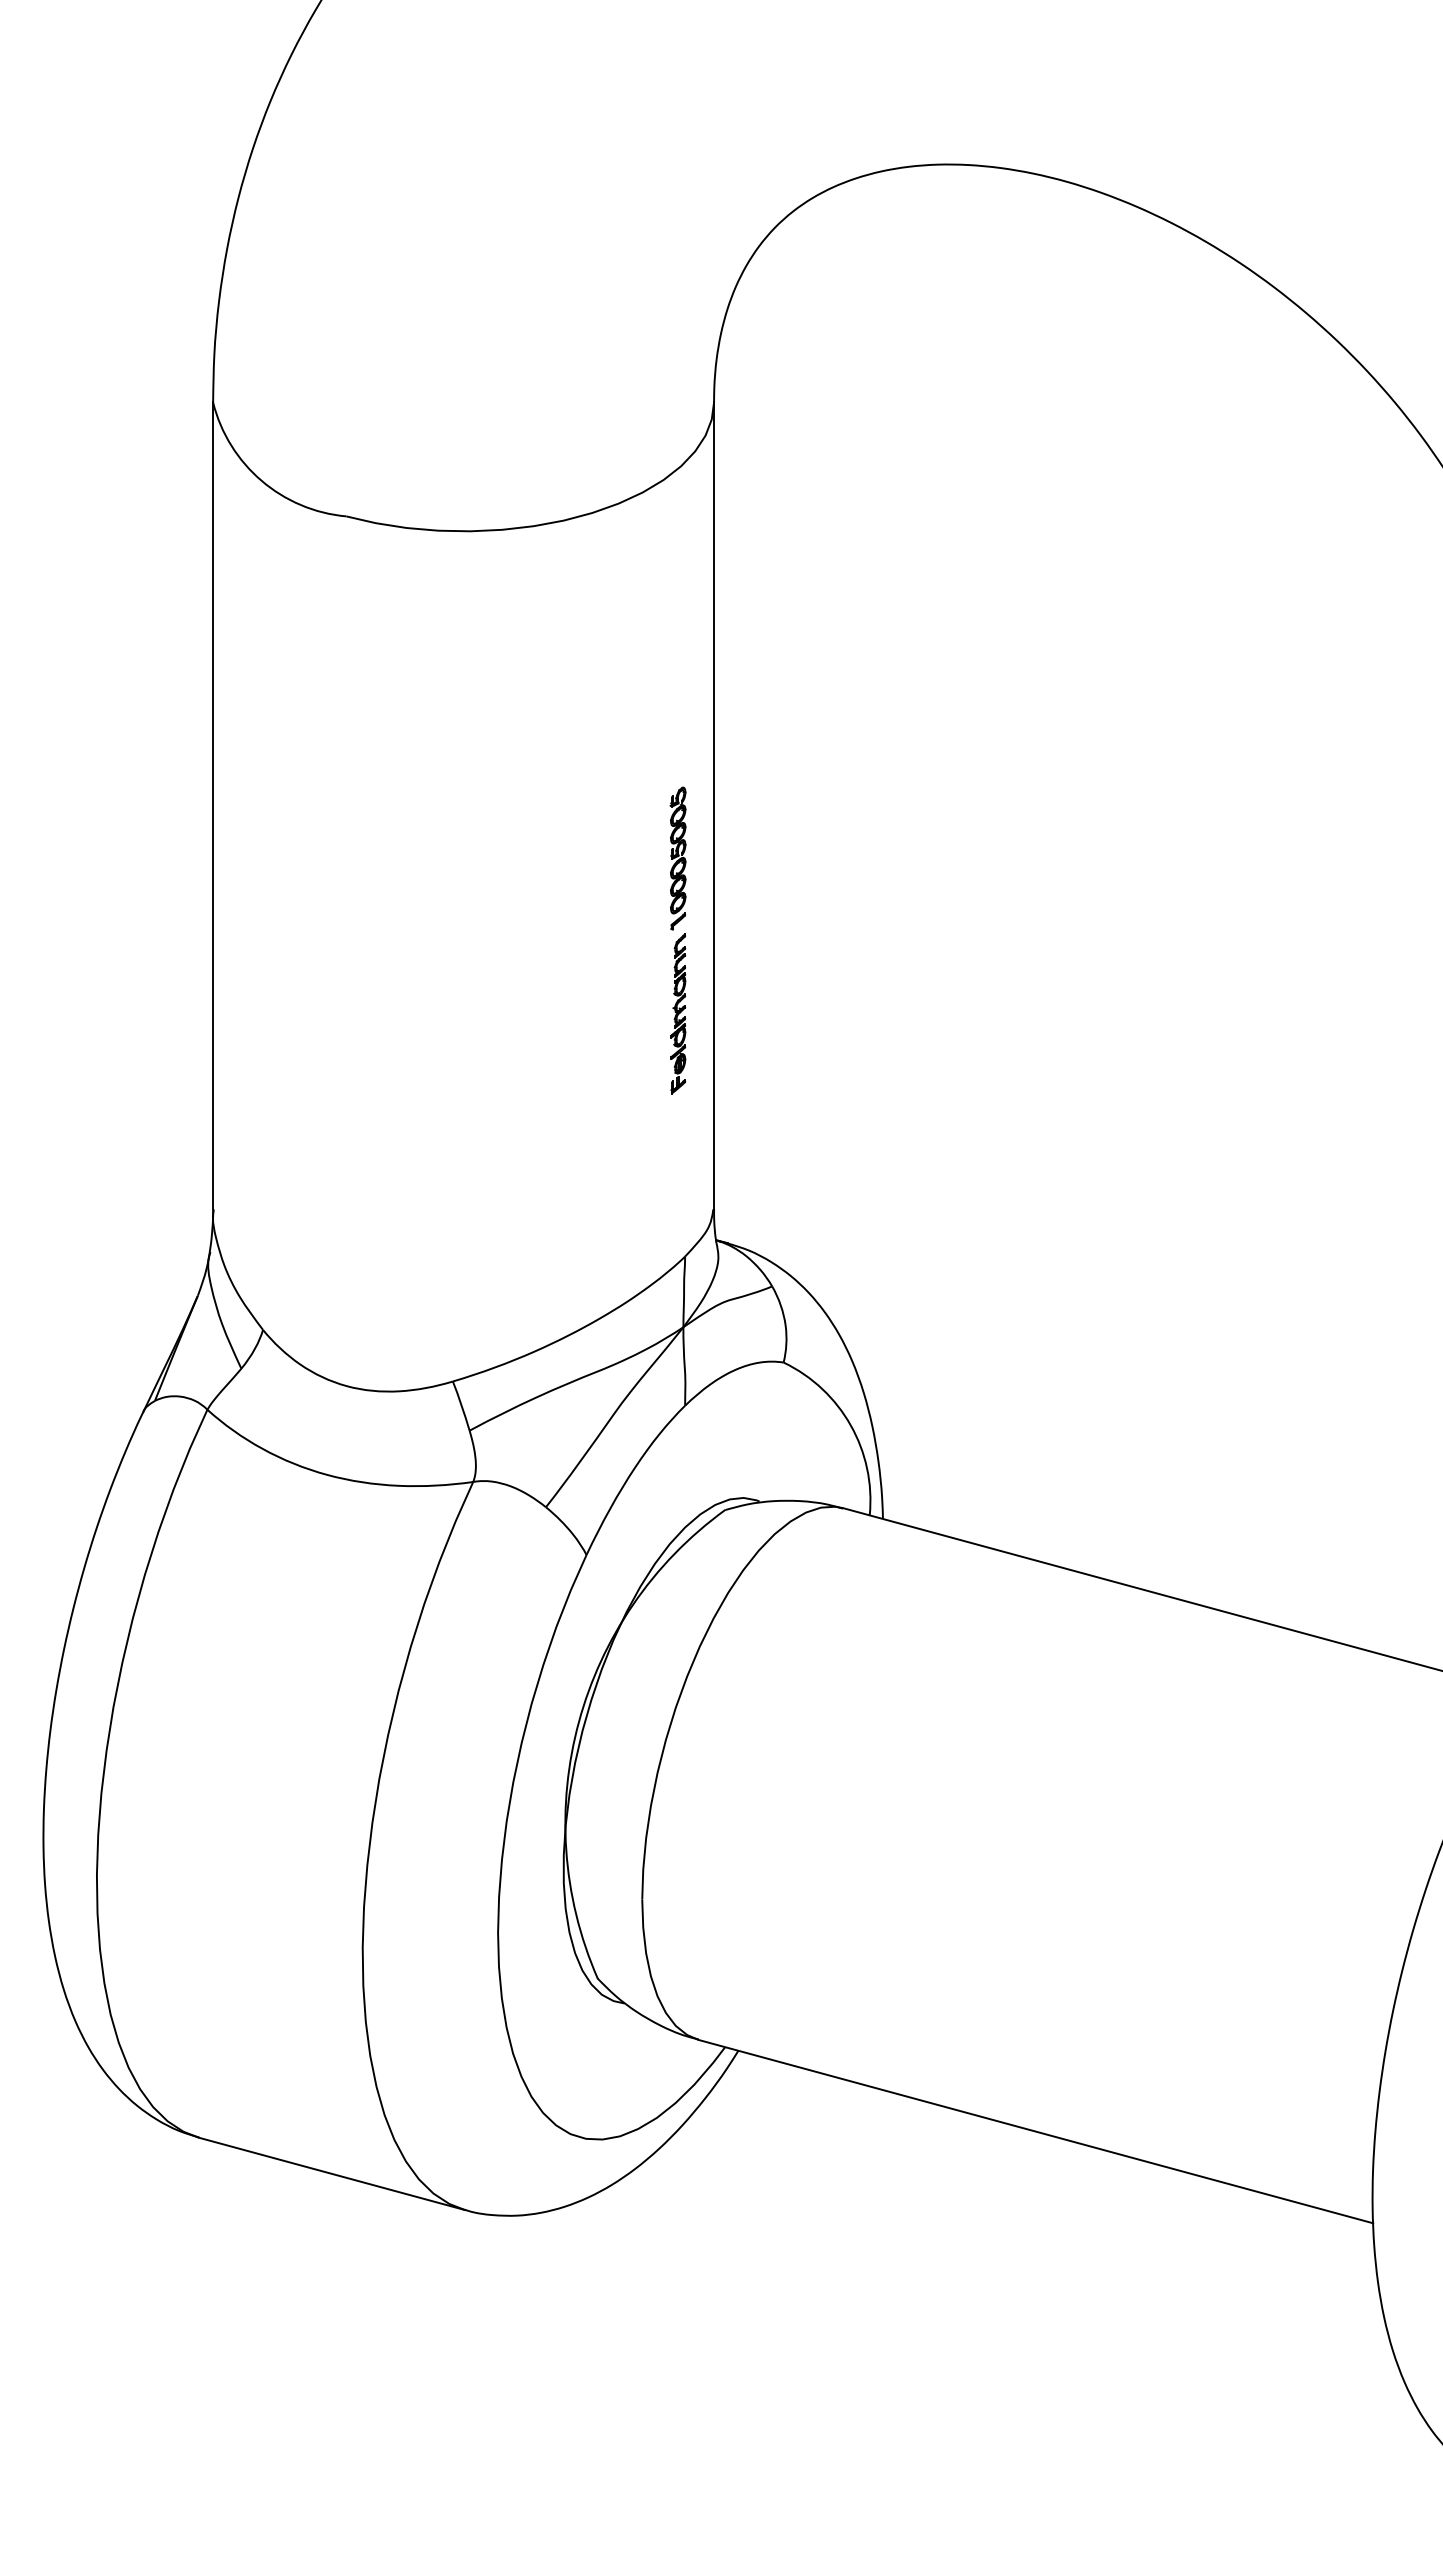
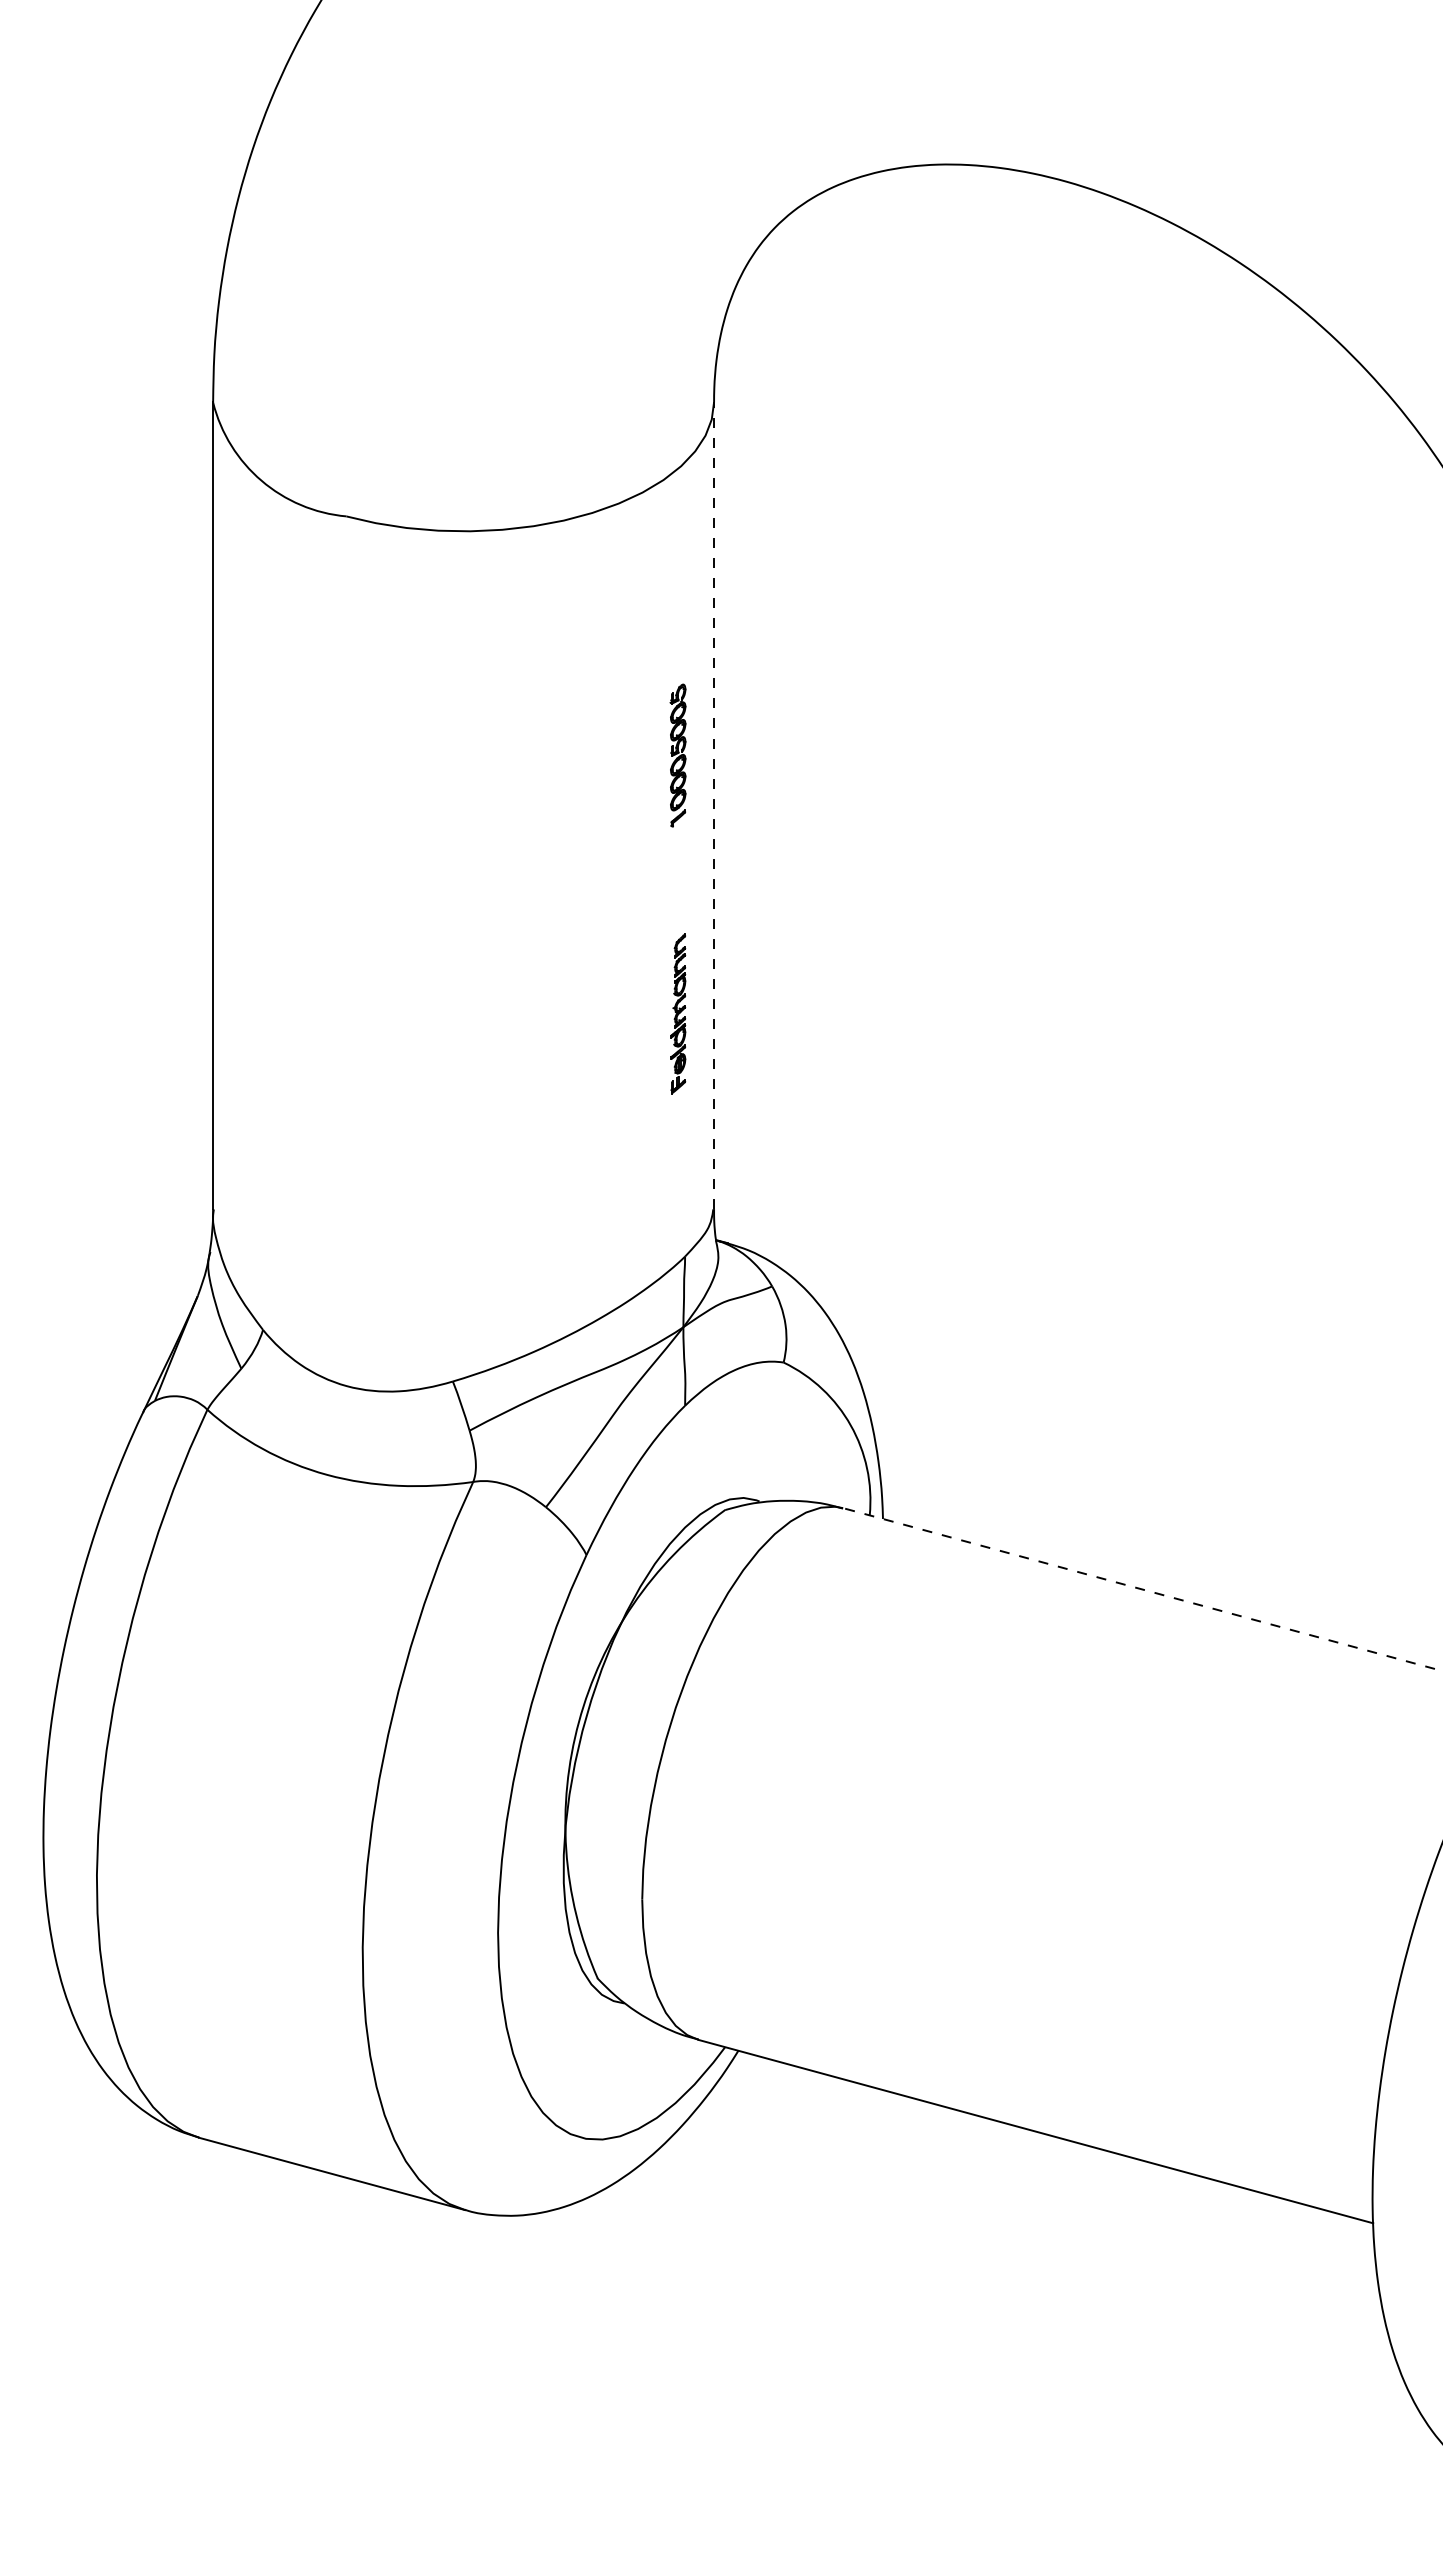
line at (714, 805): solid -> dashed
part at (677, 858) position: (677, 858) -> (677, 755)
line at (1142, 1589): solid -> dashed
